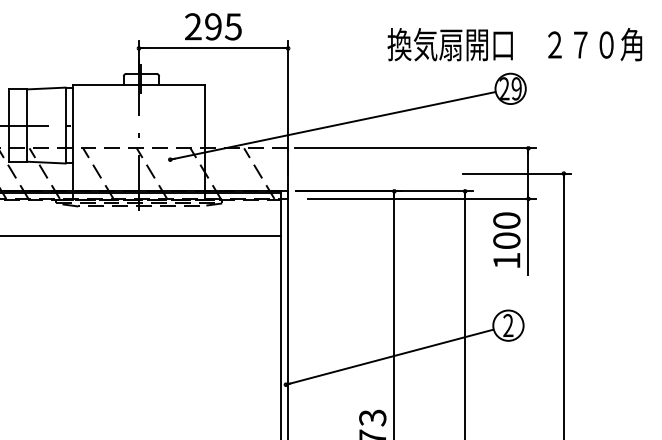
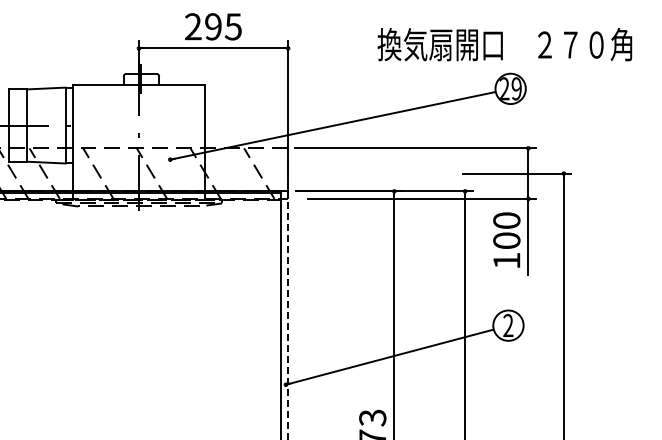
text at (514, 44) position: (514, 44) -> (504, 44)
line at (141, 235): present -> none
line at (288, 315): solid -> dashed
